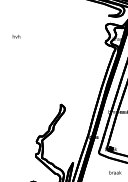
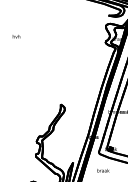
text at (115, 172) position: (115, 172) -> (103, 170)
